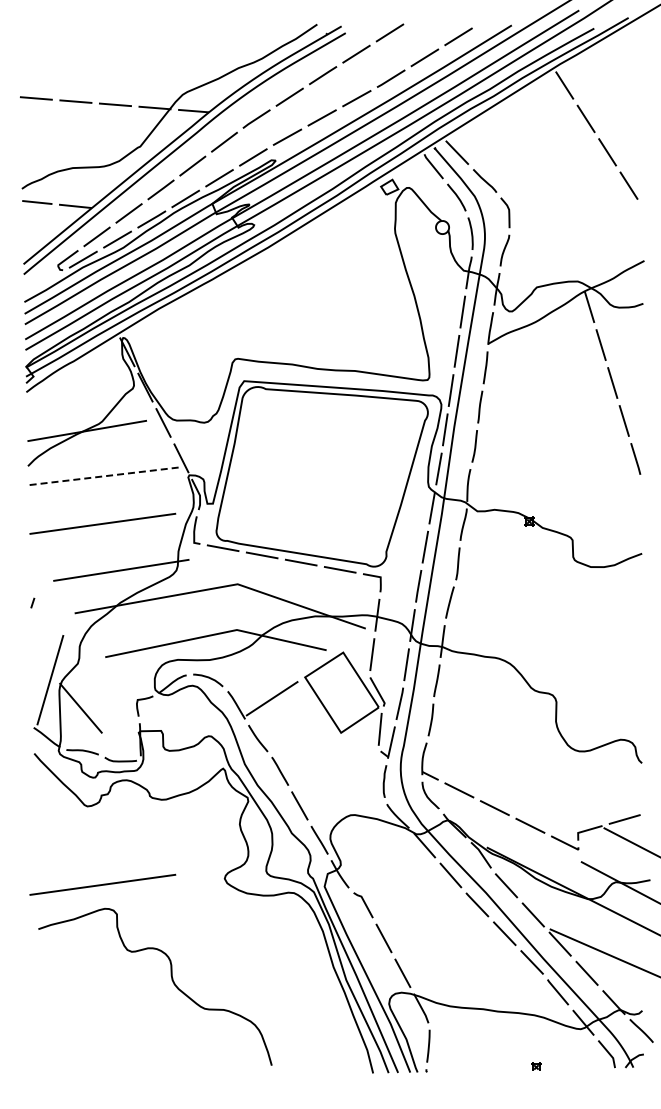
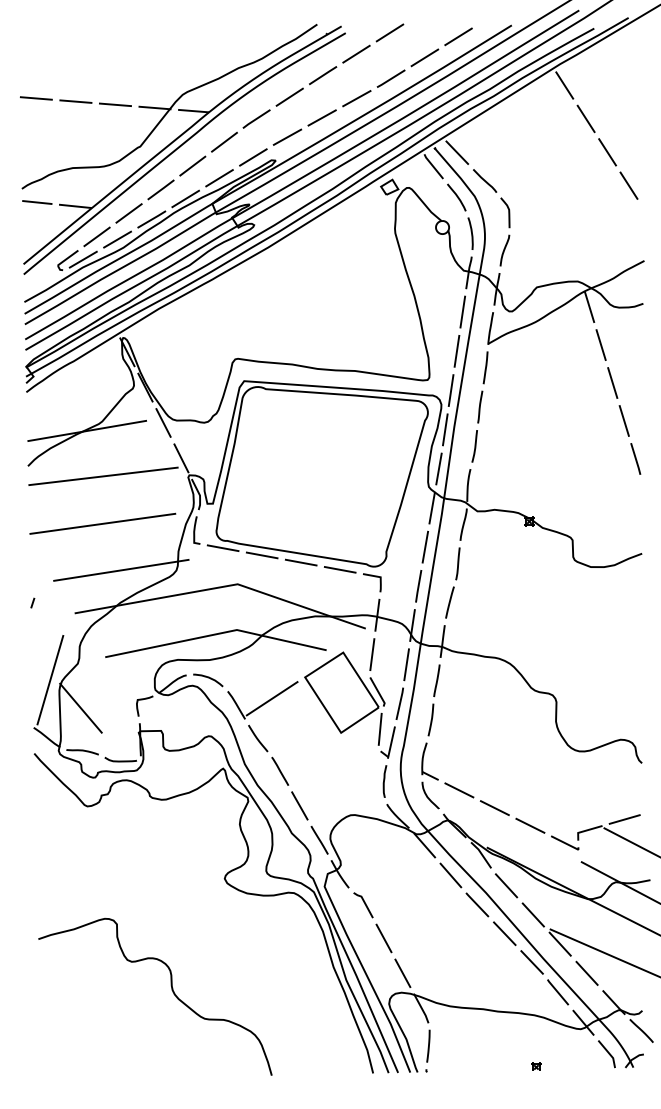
line at (103, 476): dashed -> solid
line at (102, 884): present -> none
part at (171, 980) position: (171, 980) -> (171, 990)
